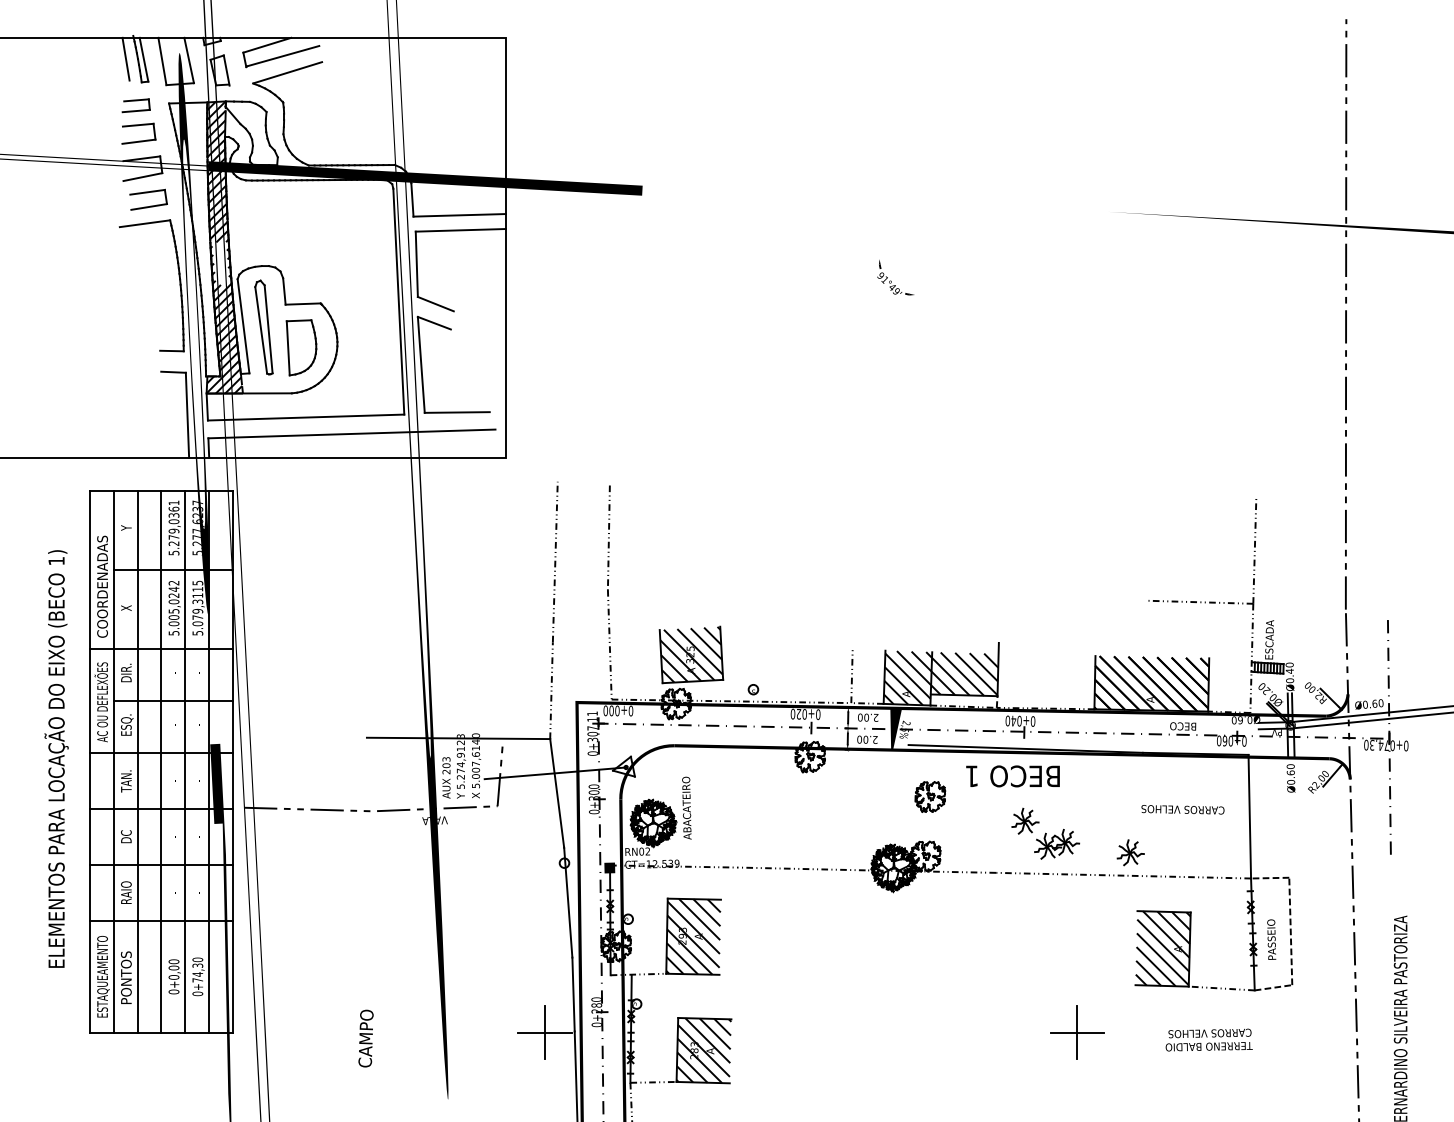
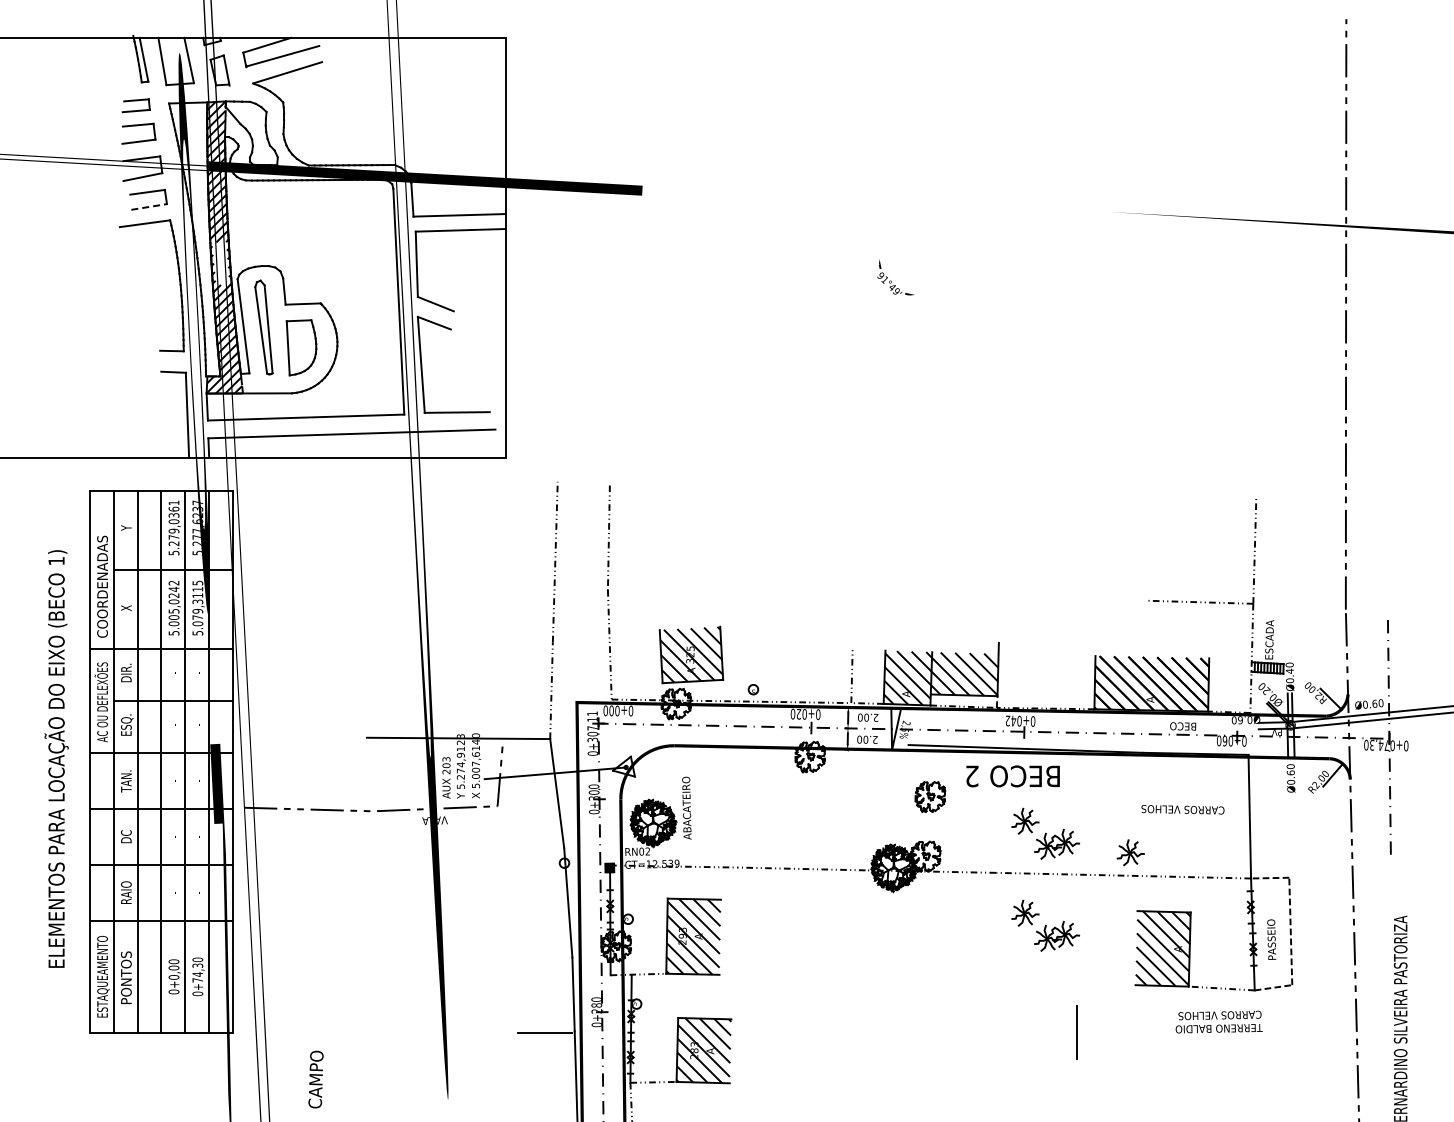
line at (125, 58): present -> none
line at (149, 206): solid -> dashed
text at (1007, 720): 0+040 -> 0+042
fill at (896, 729): present -> none
text at (972, 776): 1 -> 2
part at (1045, 925): none -> present
line at (545, 1032): present -> none
line at (1077, 1032): present -> none
text at (365, 1038) position: (365, 1038) -> (315, 1079)
text at (1208, 1039) position: (1208, 1039) -> (1218, 1021)
